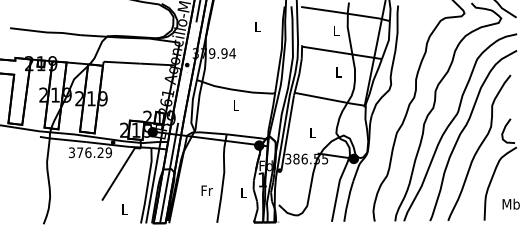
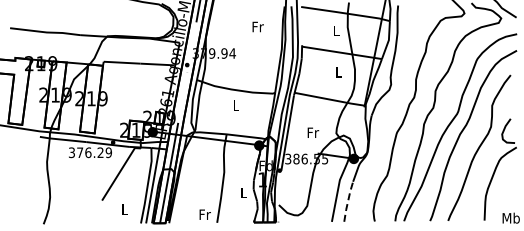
text at (257, 26): L -> Fr
text at (313, 132): L -> Fr
text at (206, 190) position: (206, 190) -> (204, 214)
line at (348, 201): solid -> dashed
text at (510, 203) position: (510, 203) -> (510, 217)
